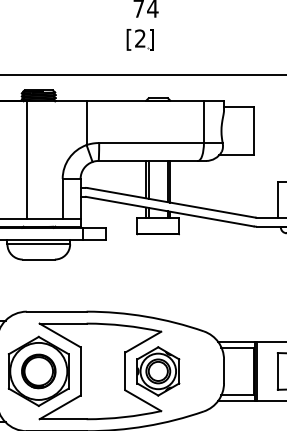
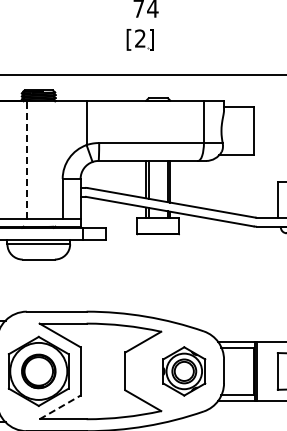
line at (26, 160): solid -> dashed
part at (158, 371) position: (158, 371) -> (184, 371)
line at (60, 407): solid -> dashed
